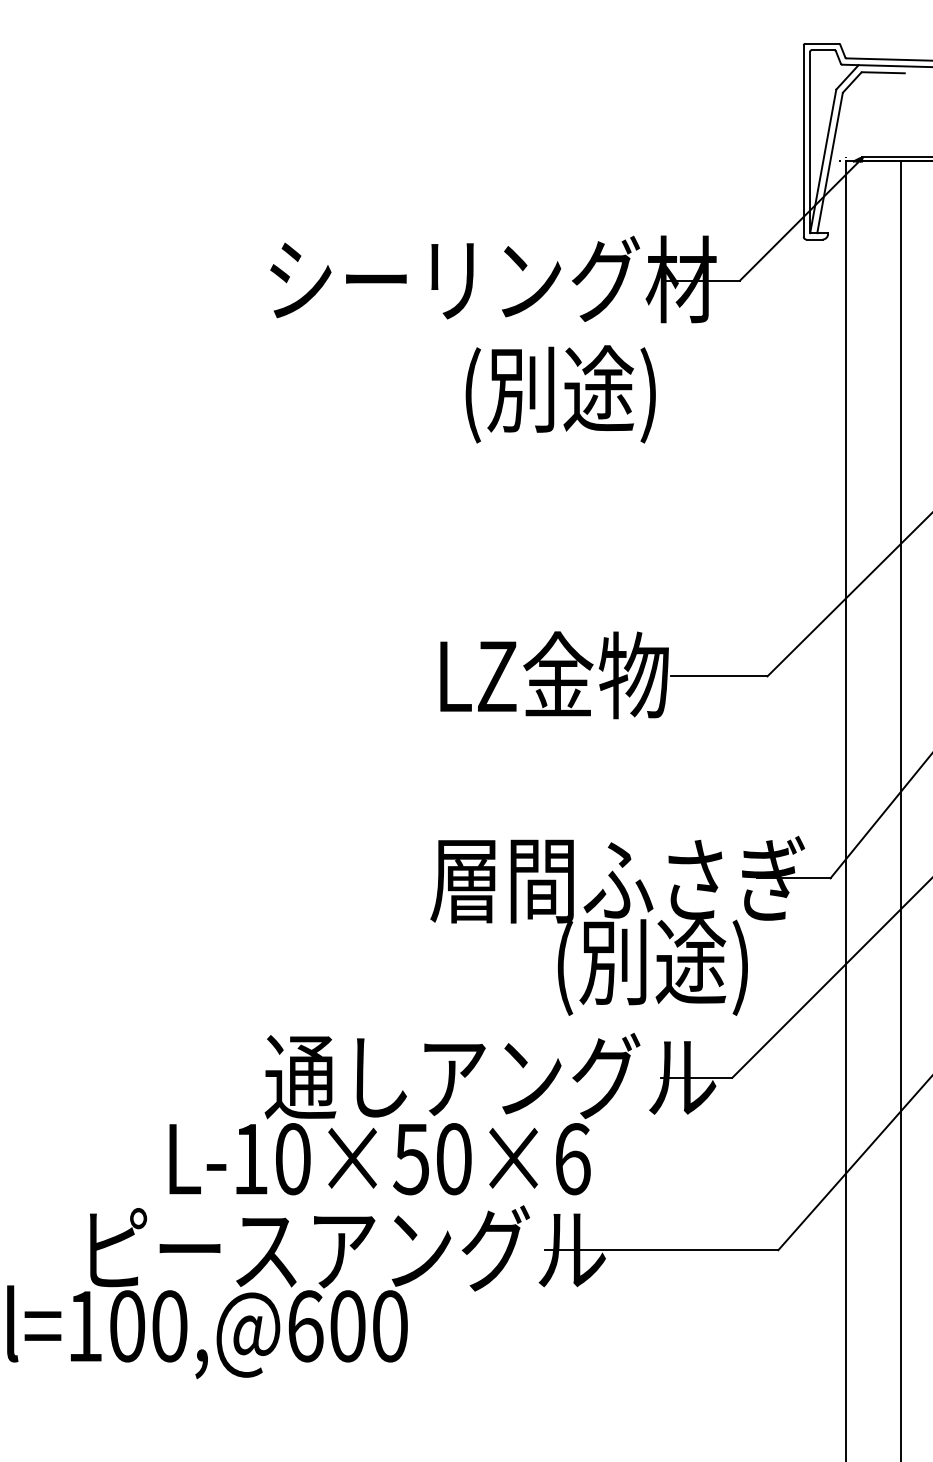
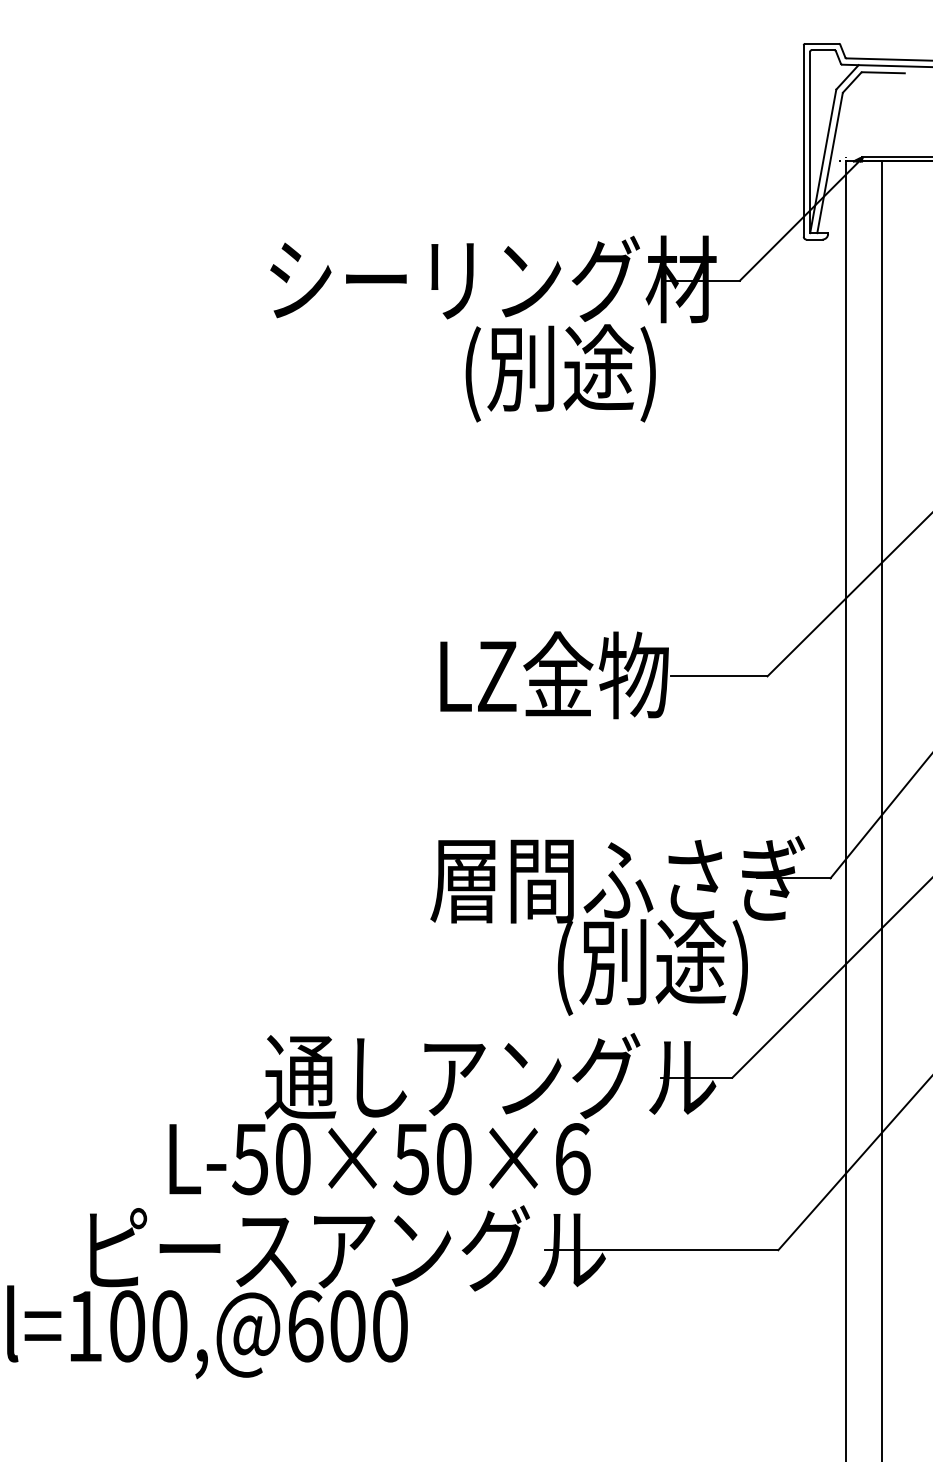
text at (560, 394) position: (560, 394) -> (560, 373)
line at (901, 809) position: (901, 809) -> (882, 809)
text at (249, 1159): L-10×50×6 -> L-50×50×6
